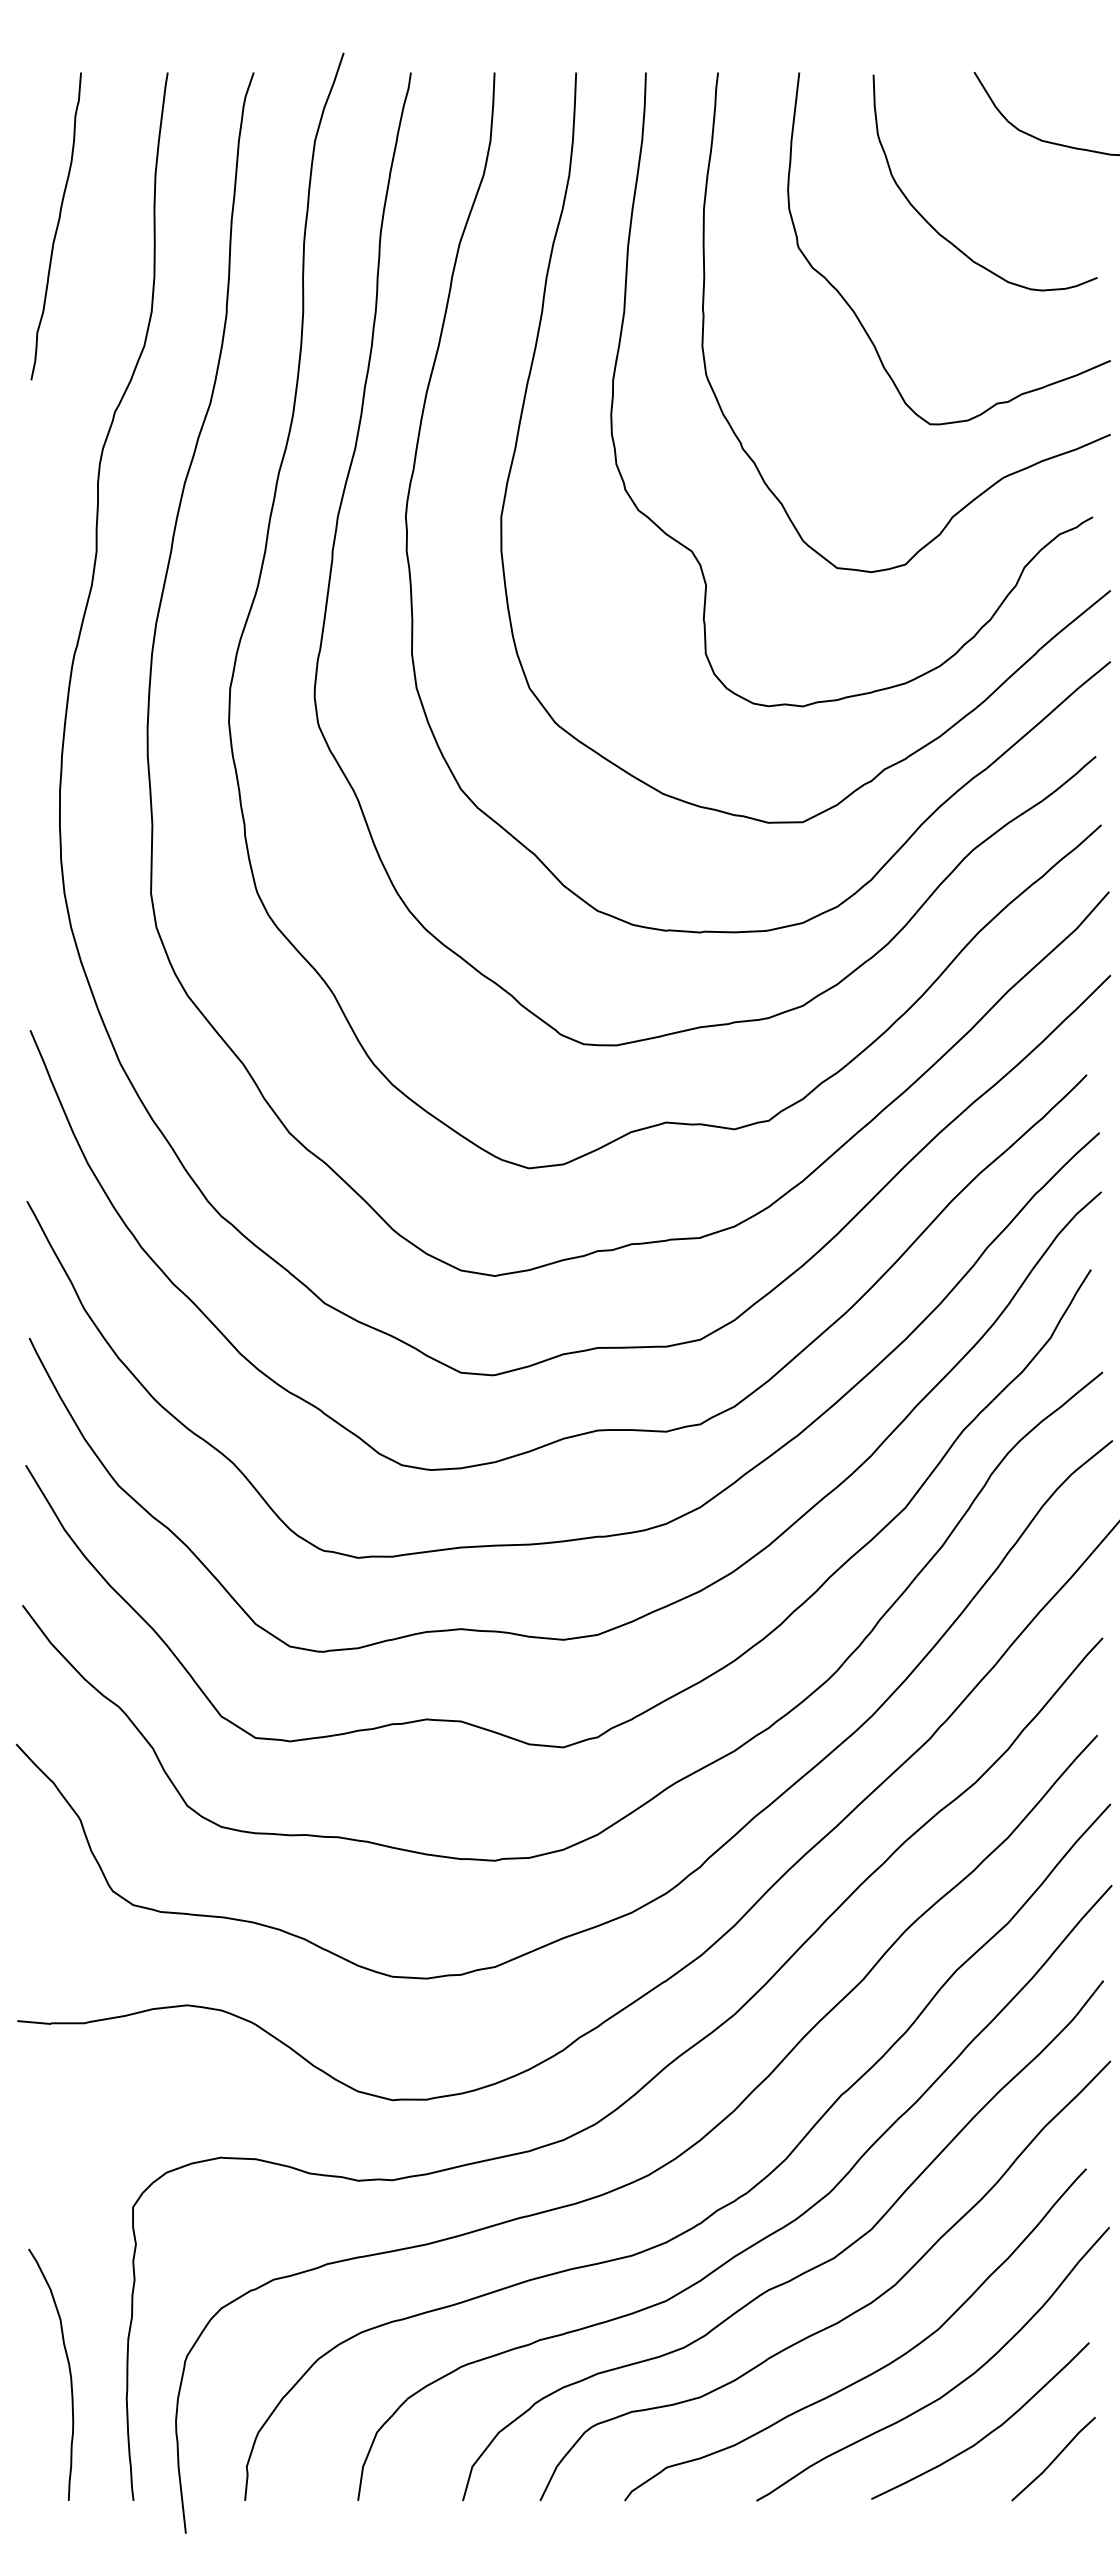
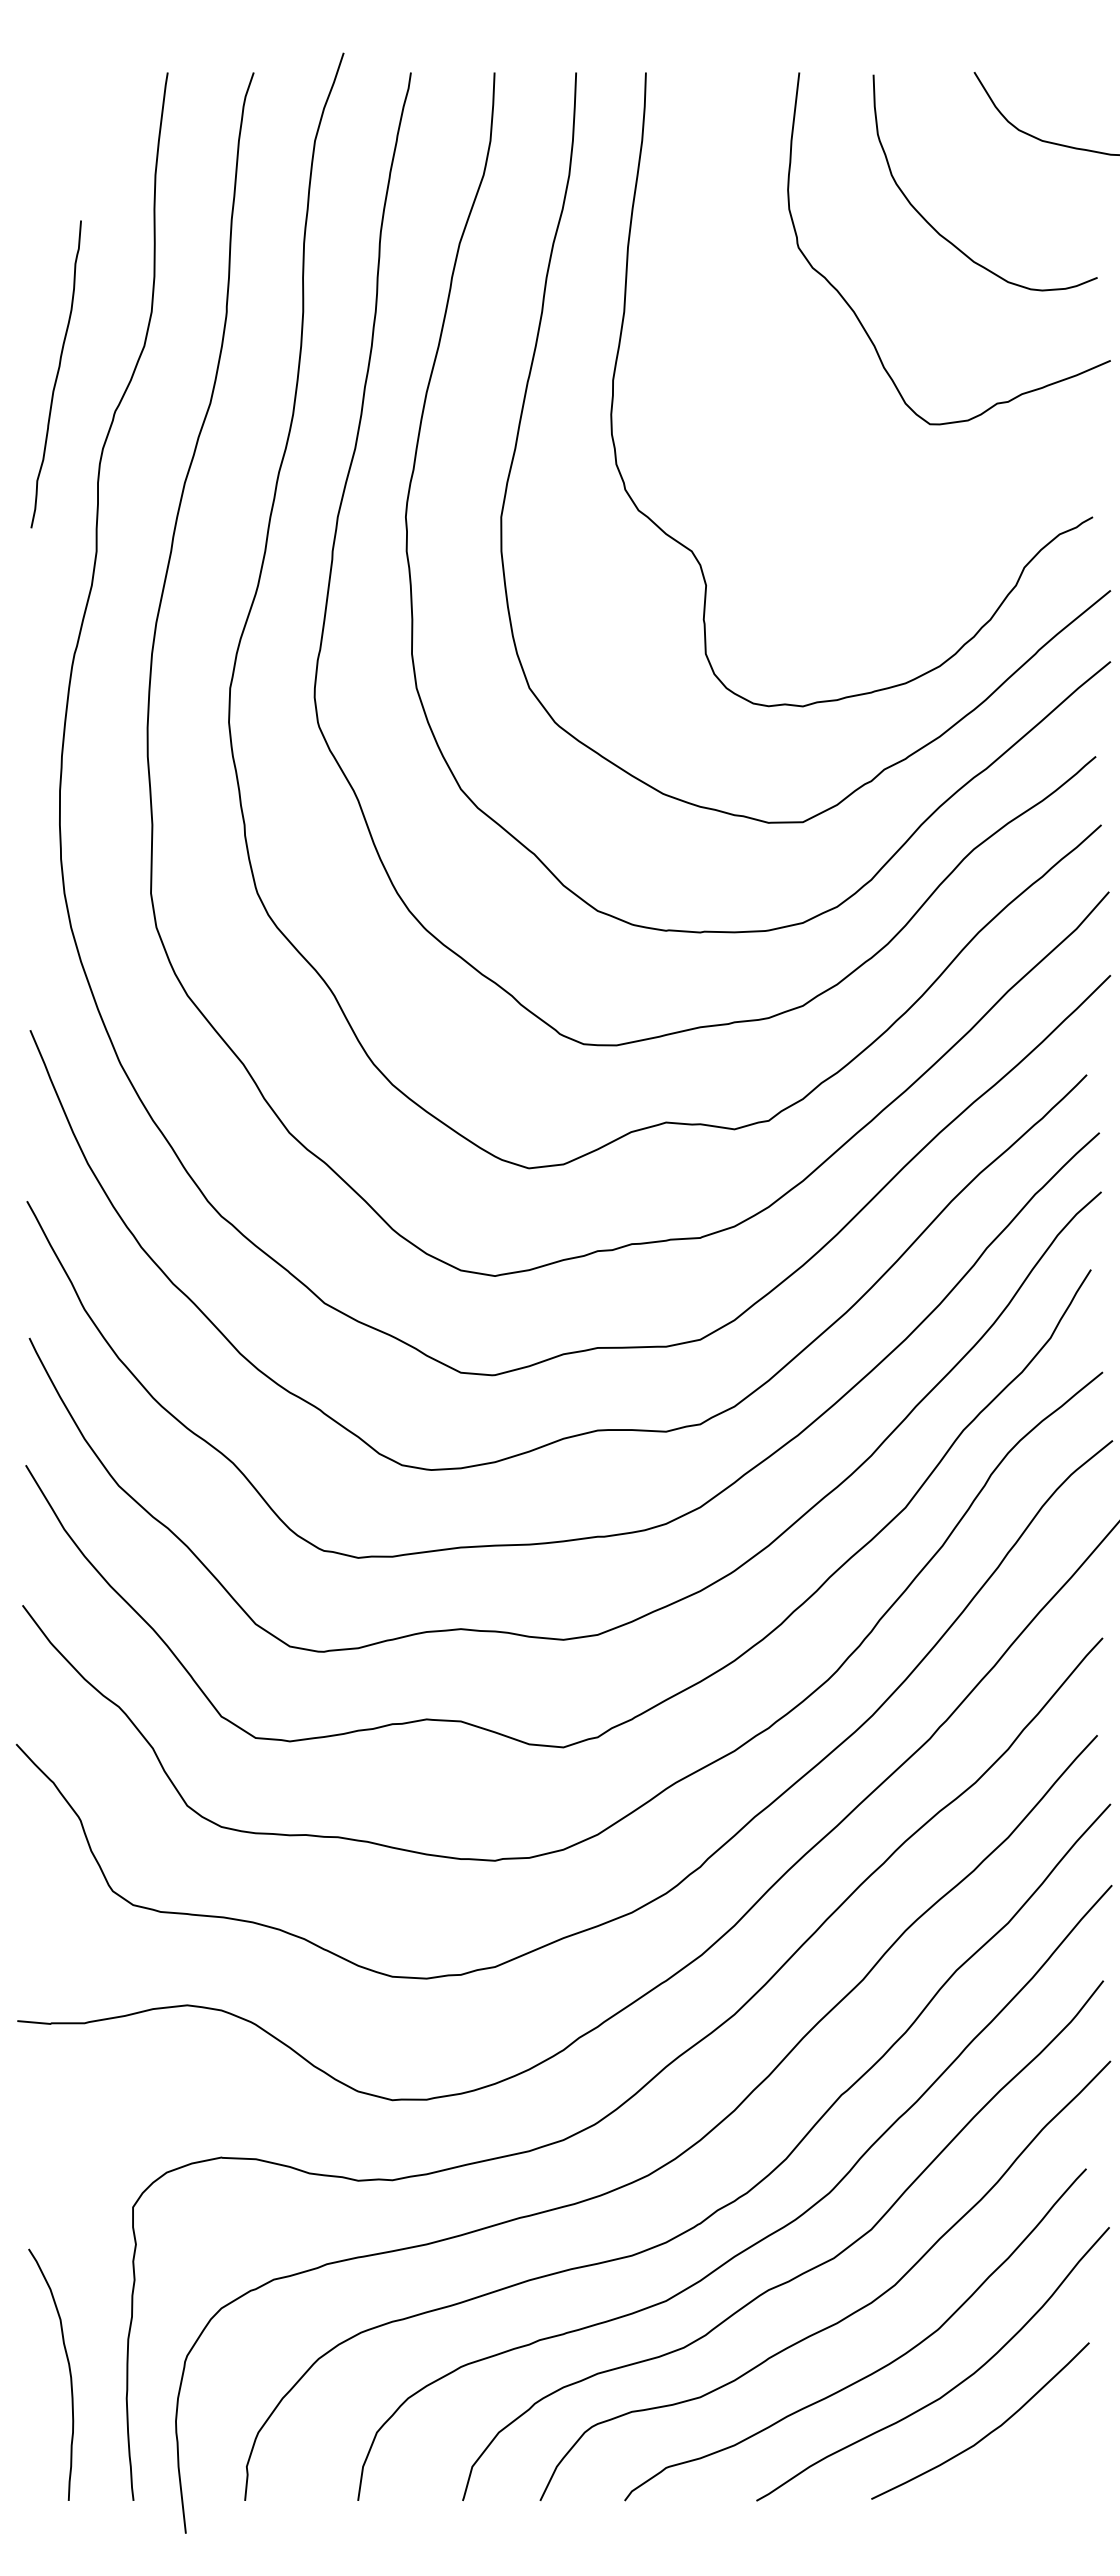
curve at (56, 226) position: (56, 226) -> (56, 374)
curve at (1003, 476): present -> none
line at (1053, 2459): present -> none
